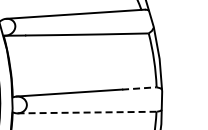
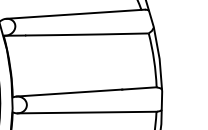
line at (139, 88): dashed -> solid
line at (87, 112): dashed -> solid
